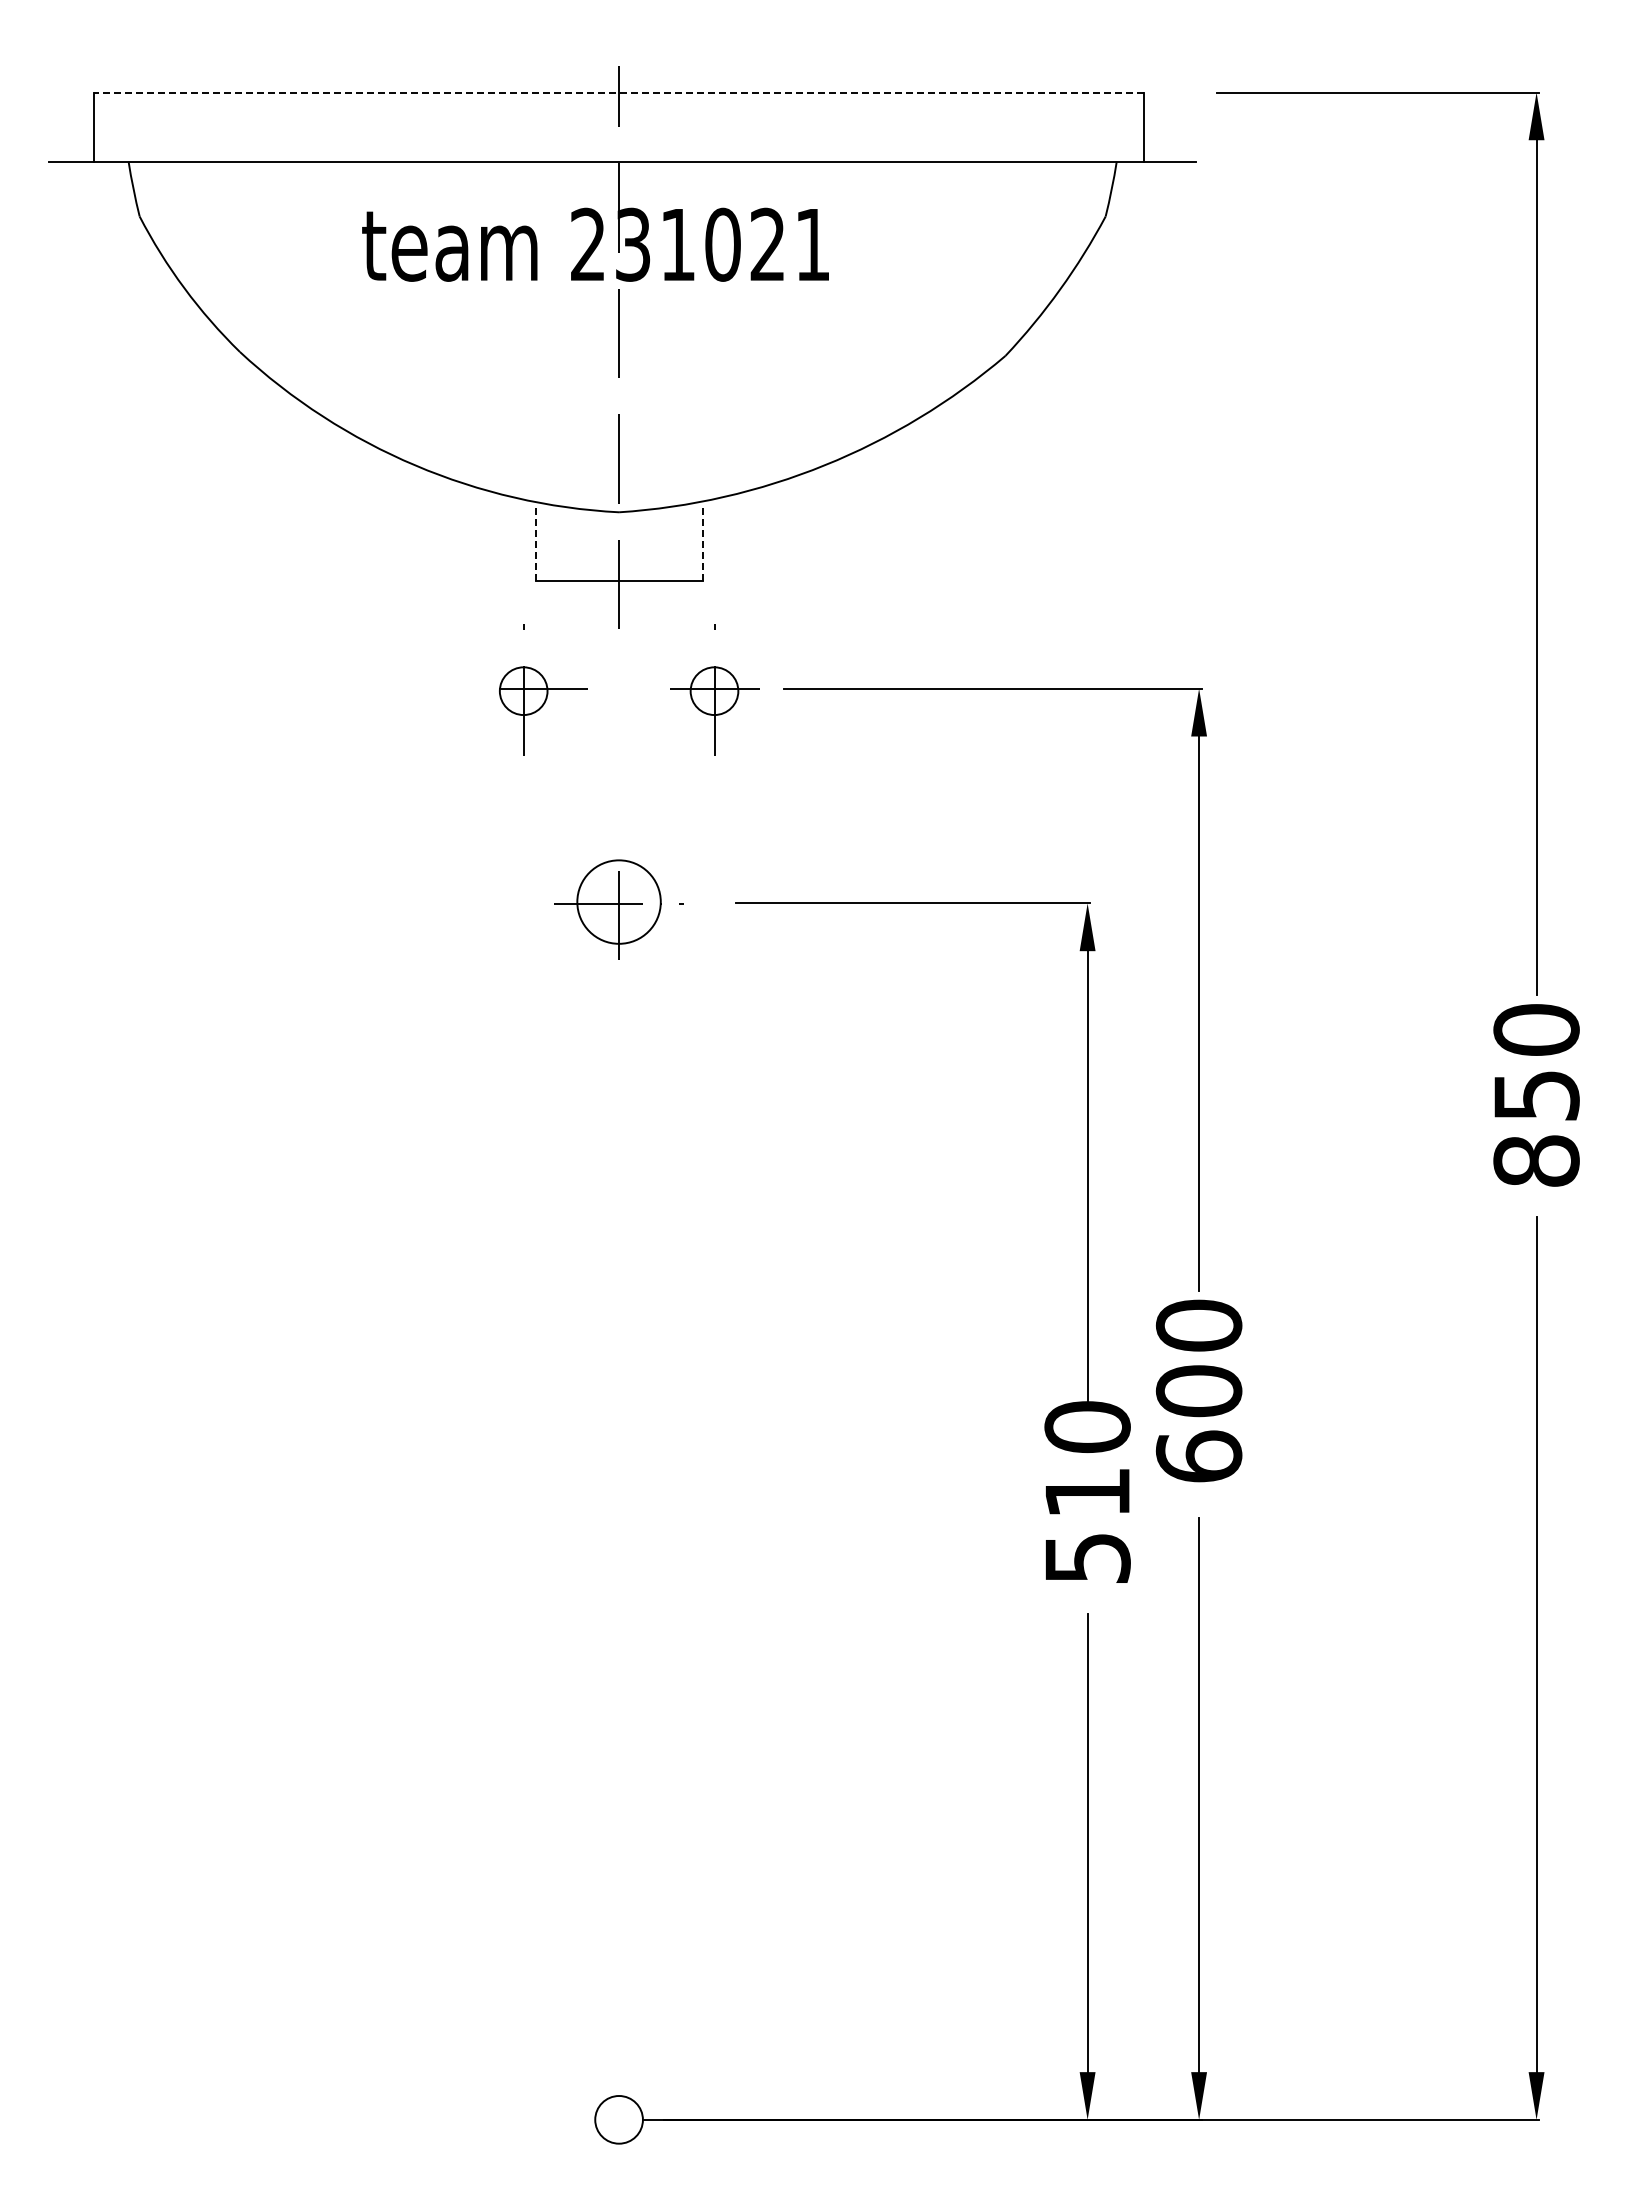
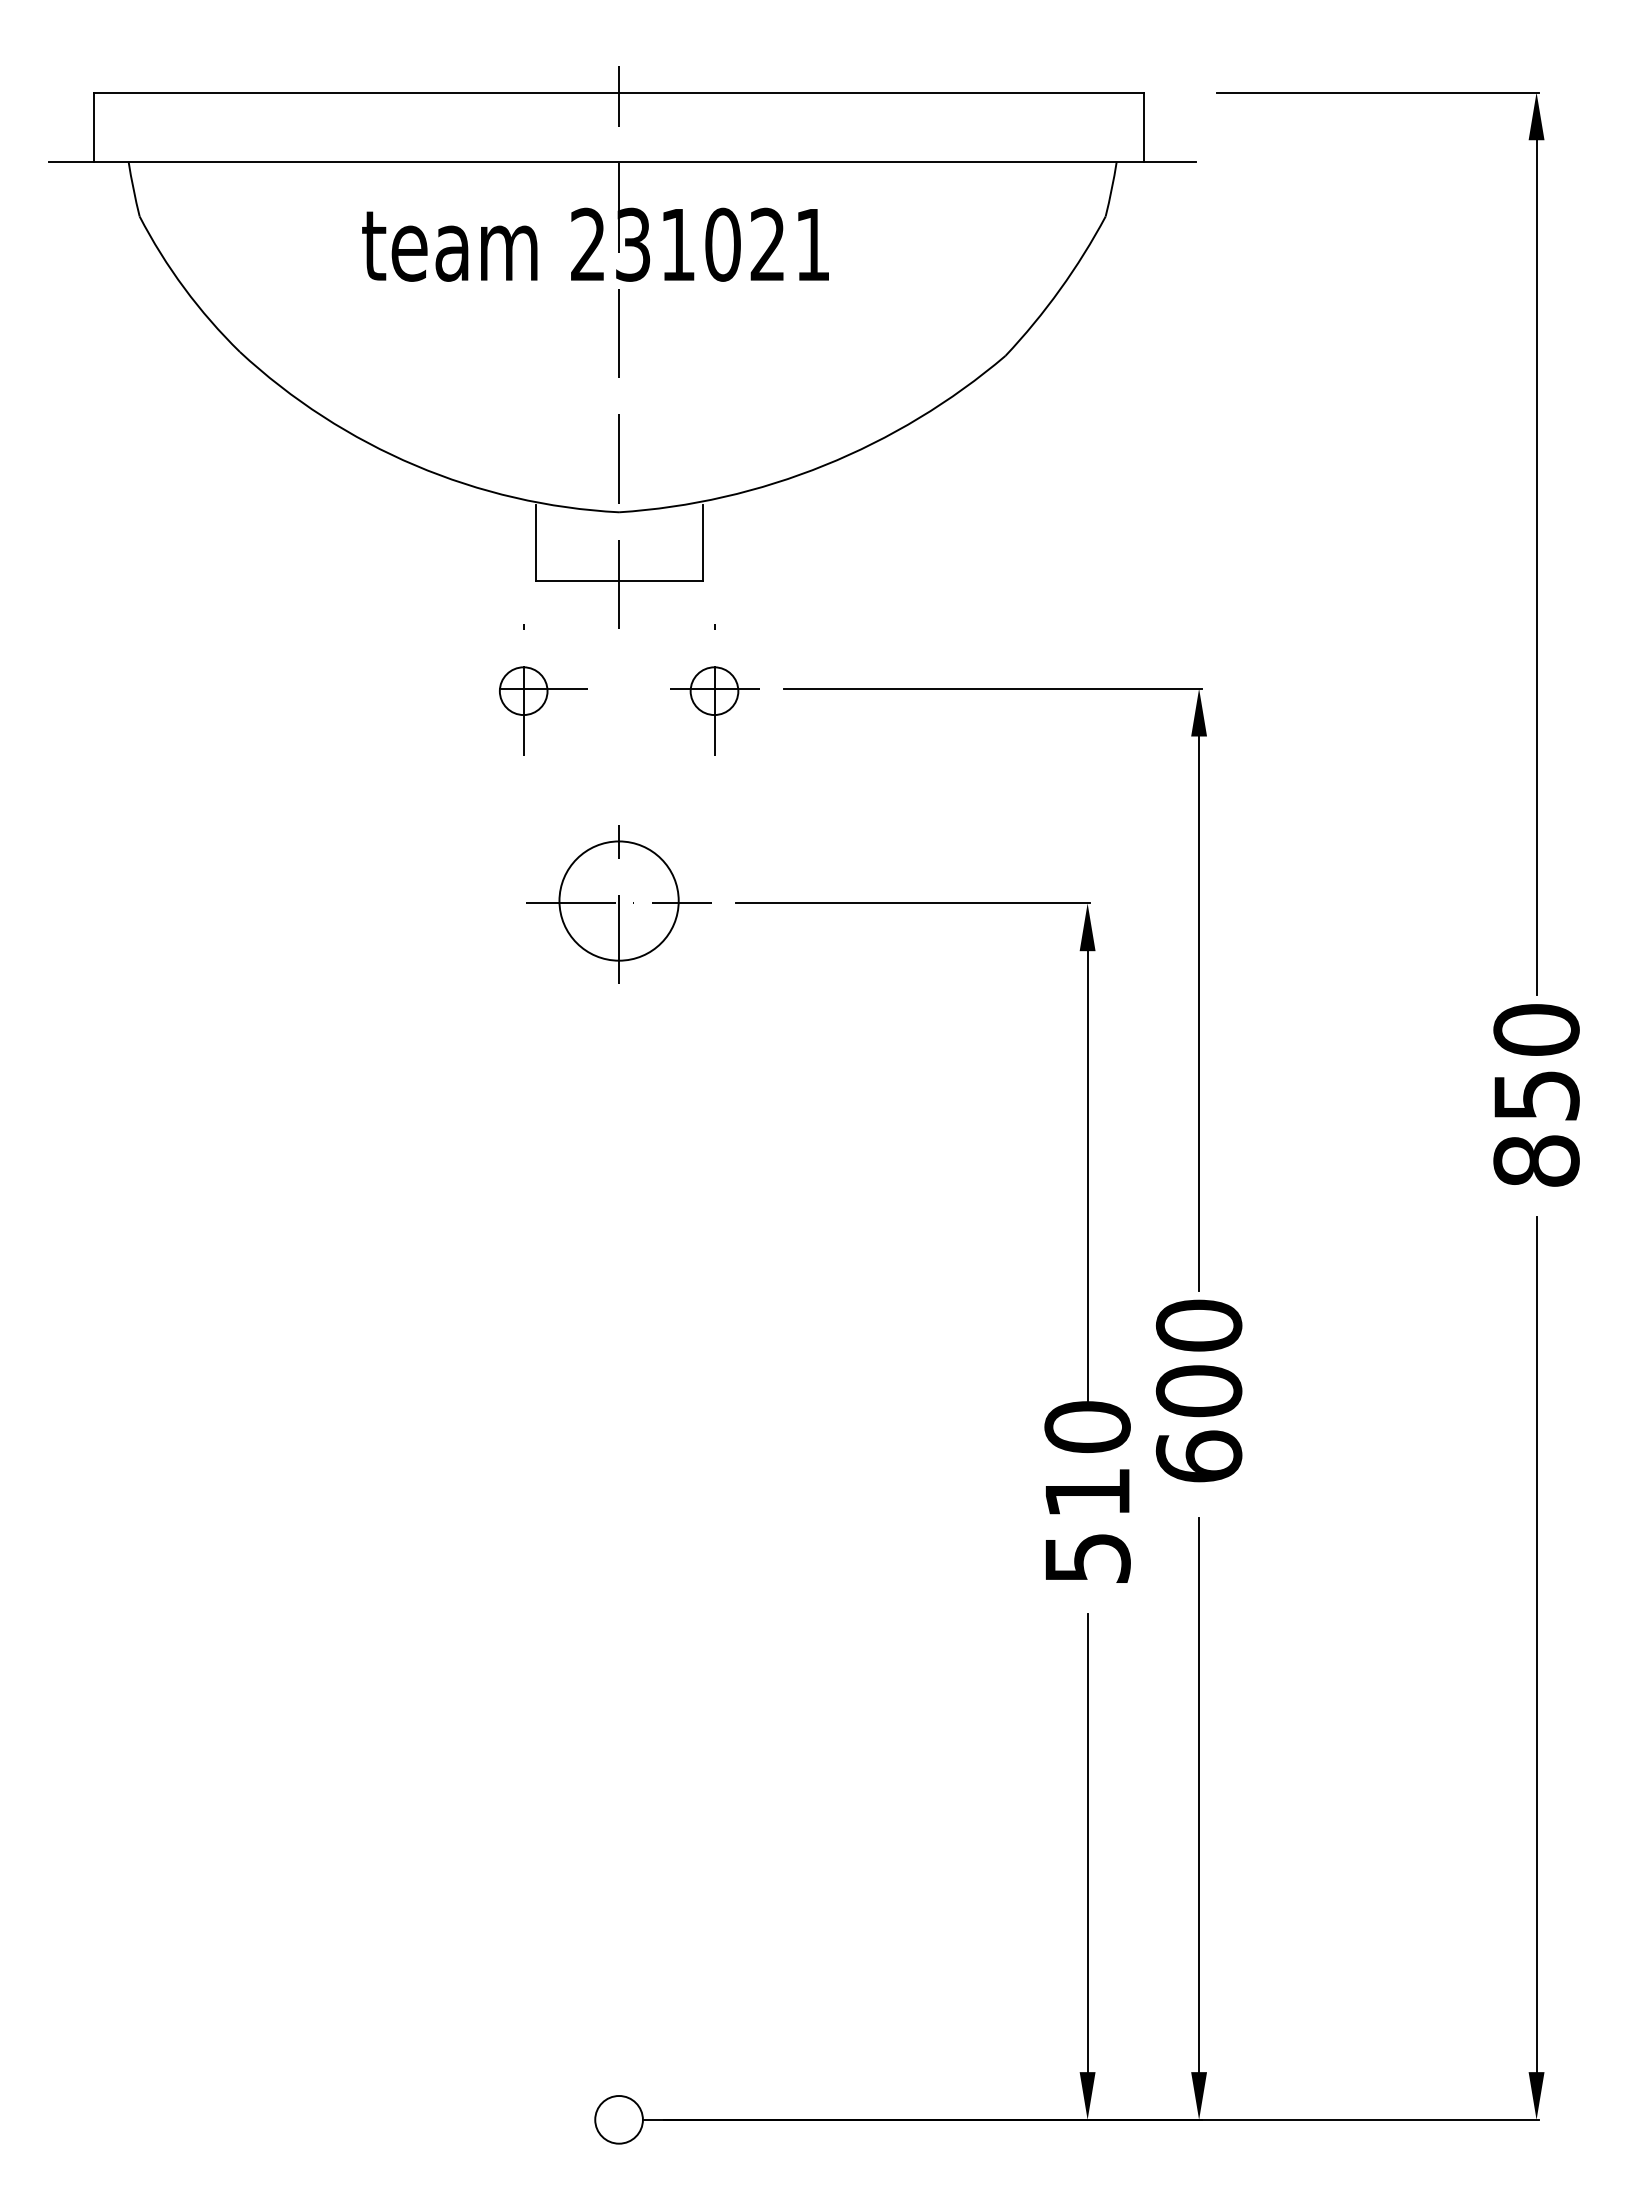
line at (619, 92): dashed -> solid
line at (535, 542): dashed -> solid
line at (702, 542): dashed -> solid
part at (618, 909) size: 130x101 px -> 186x159 px
